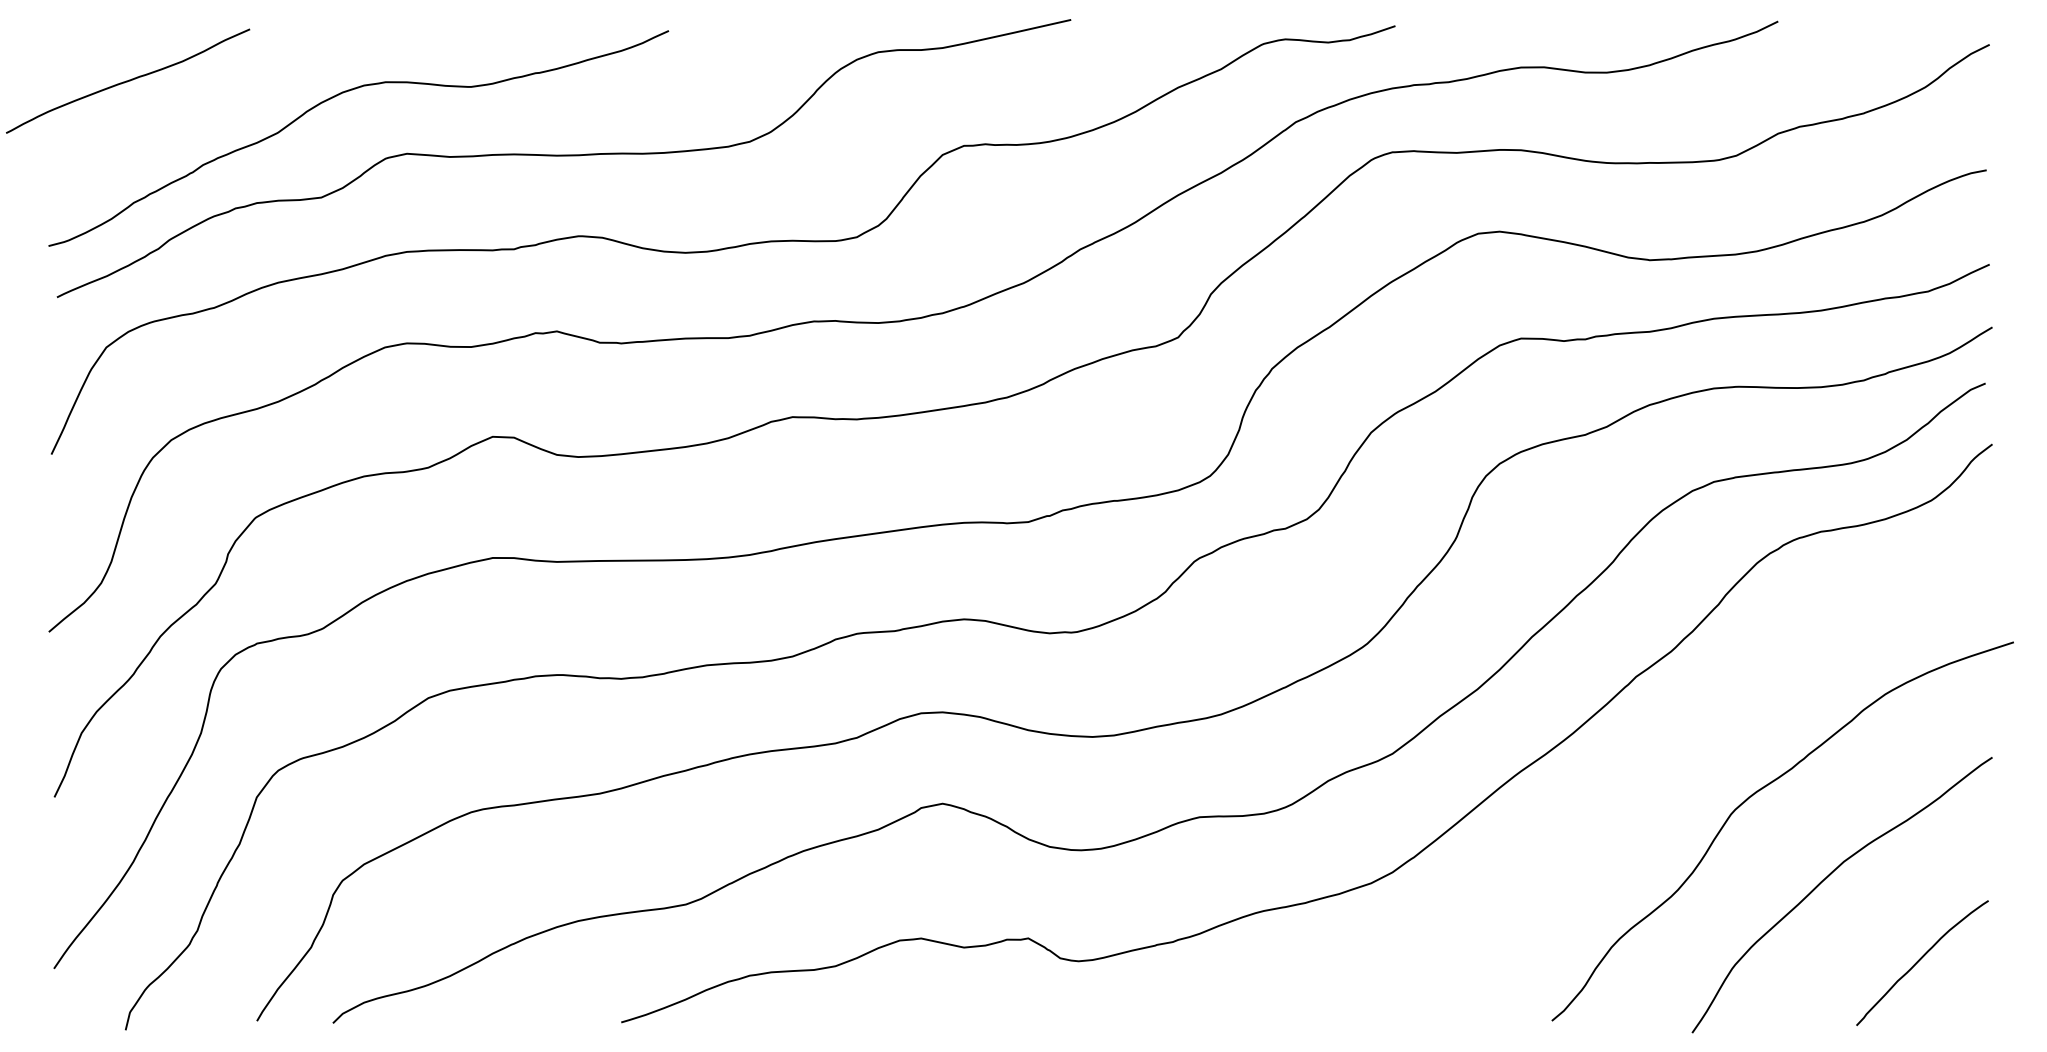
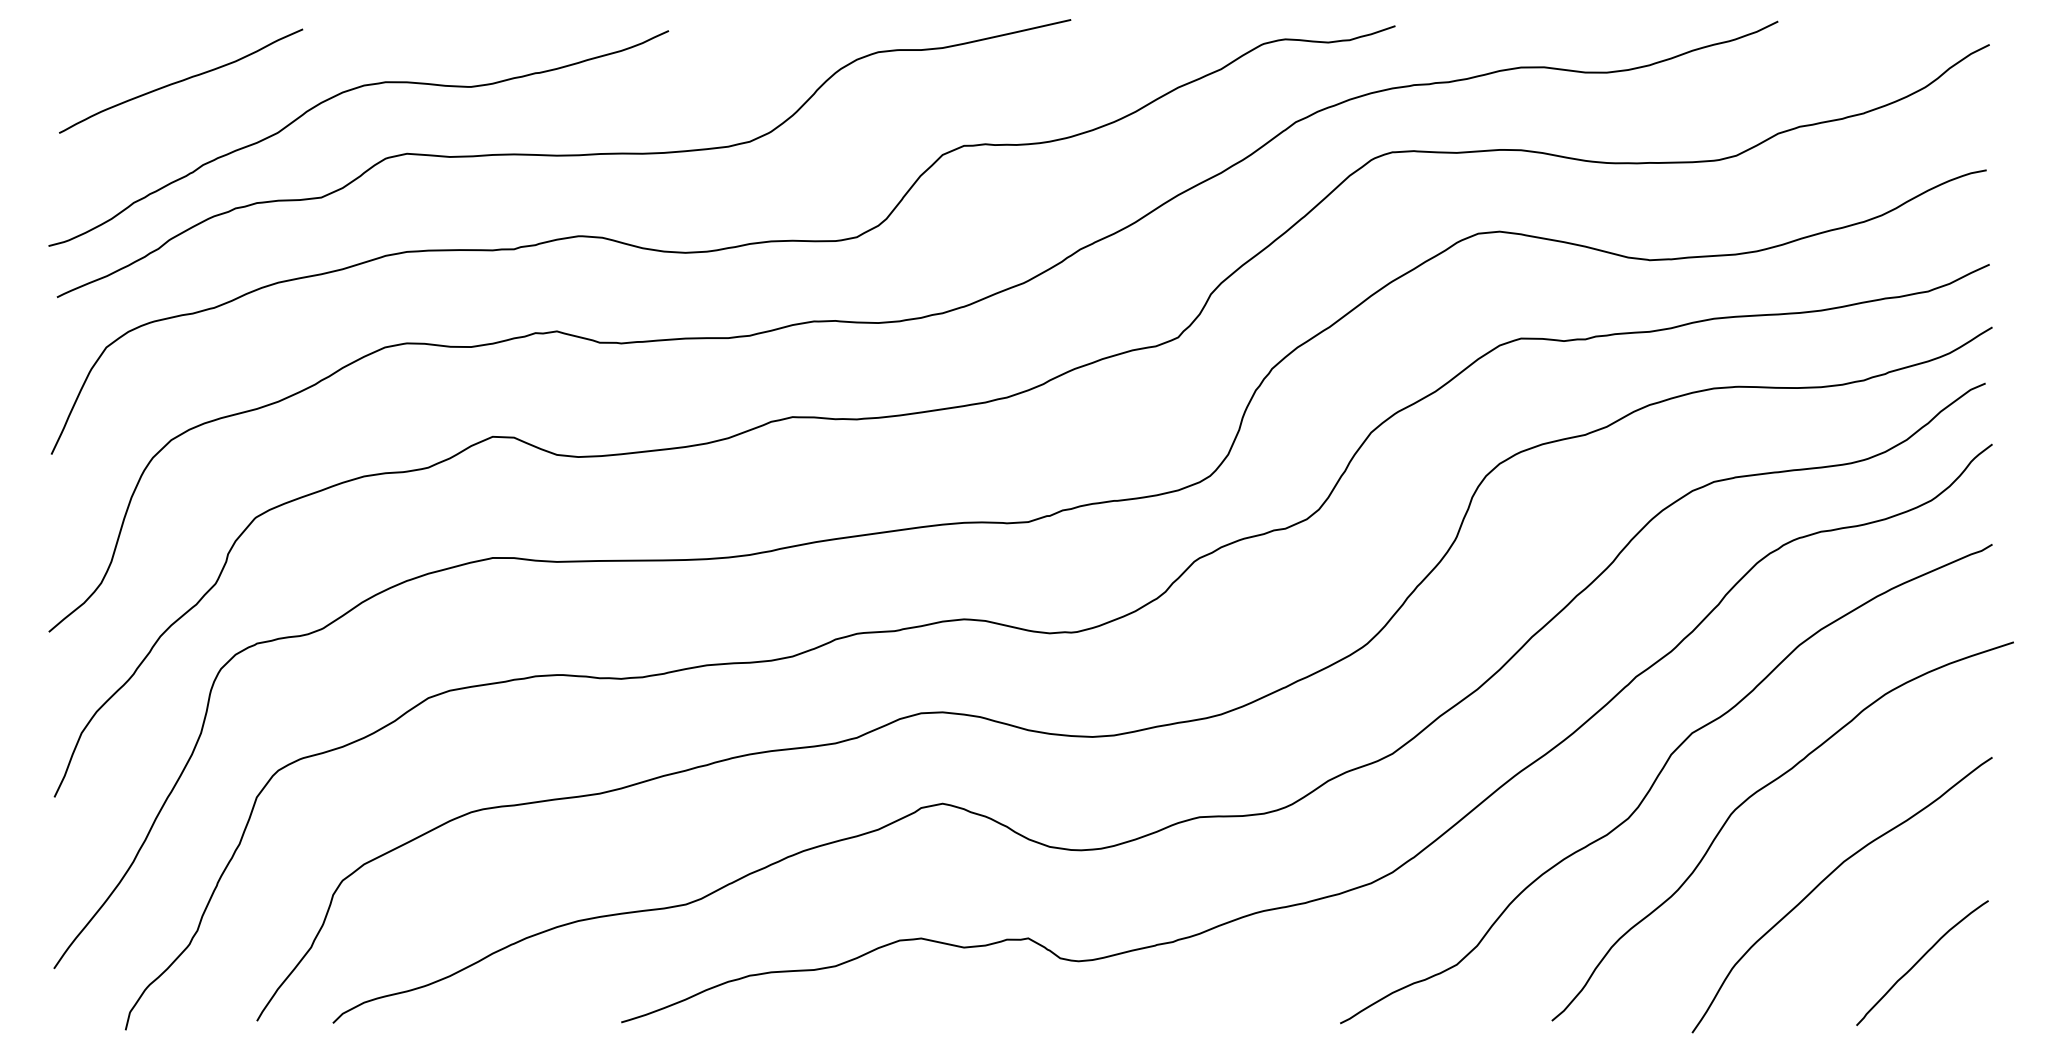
curve at (128, 80) position: (128, 80) -> (181, 80)
curve at (1657, 779): none -> present
